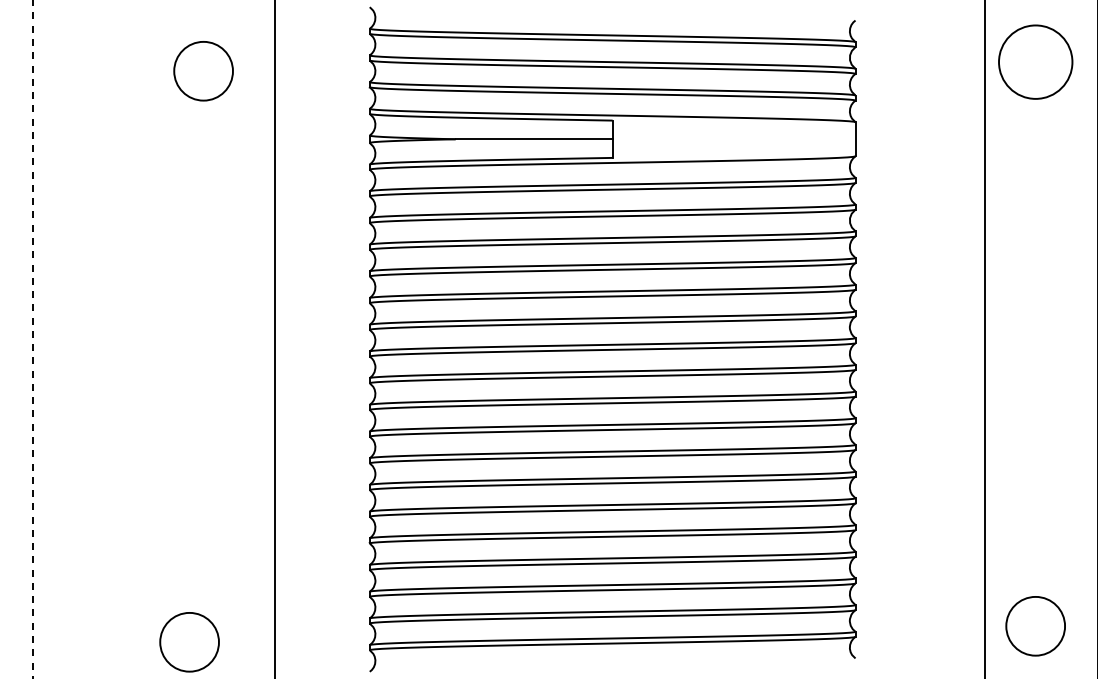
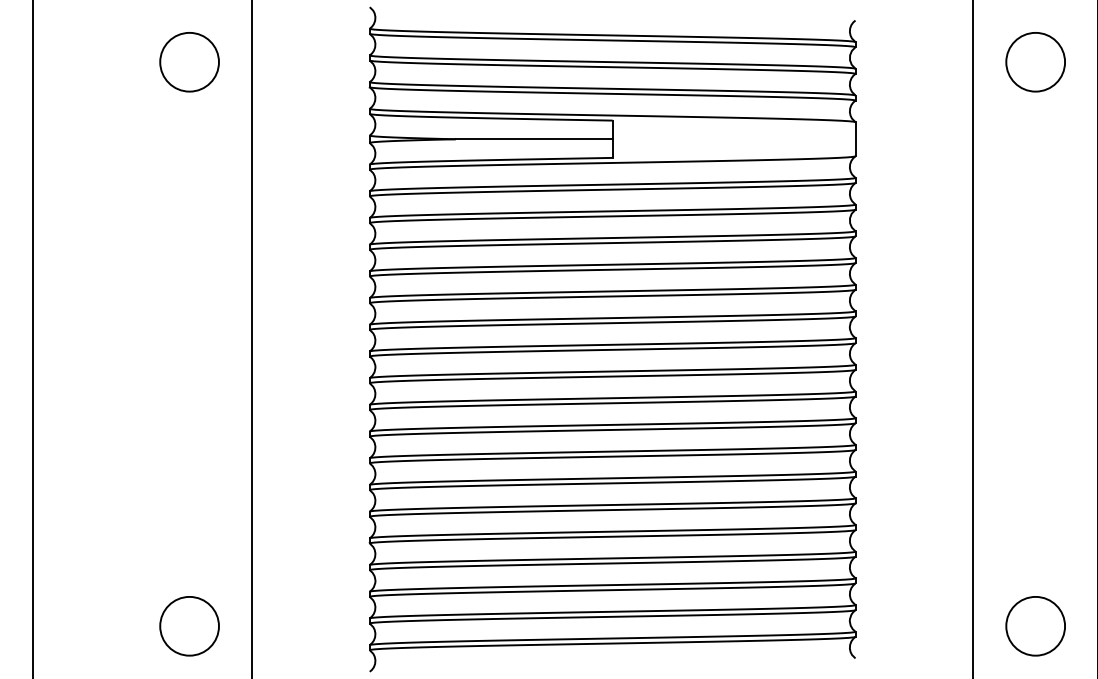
circle at (1035, 61) size: 76x76 px -> 61x61 px
circle at (203, 71) position: (203, 71) -> (189, 62)
line at (275, 338) position: (275, 338) -> (252, 338)
line at (985, 338) position: (985, 338) -> (973, 338)
line at (32, 339): dashed -> solid
circle at (189, 642) position: (189, 642) -> (189, 626)
